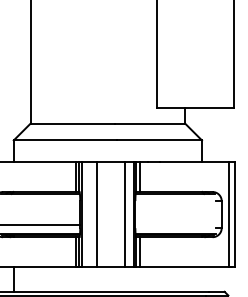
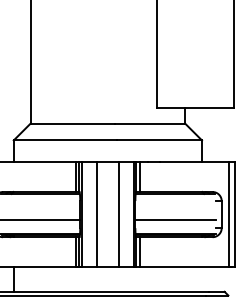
line at (124, 214) position: (124, 214) -> (118, 214)
line at (175, 220): none -> present
line at (41, 225) position: (41, 225) -> (41, 220)
